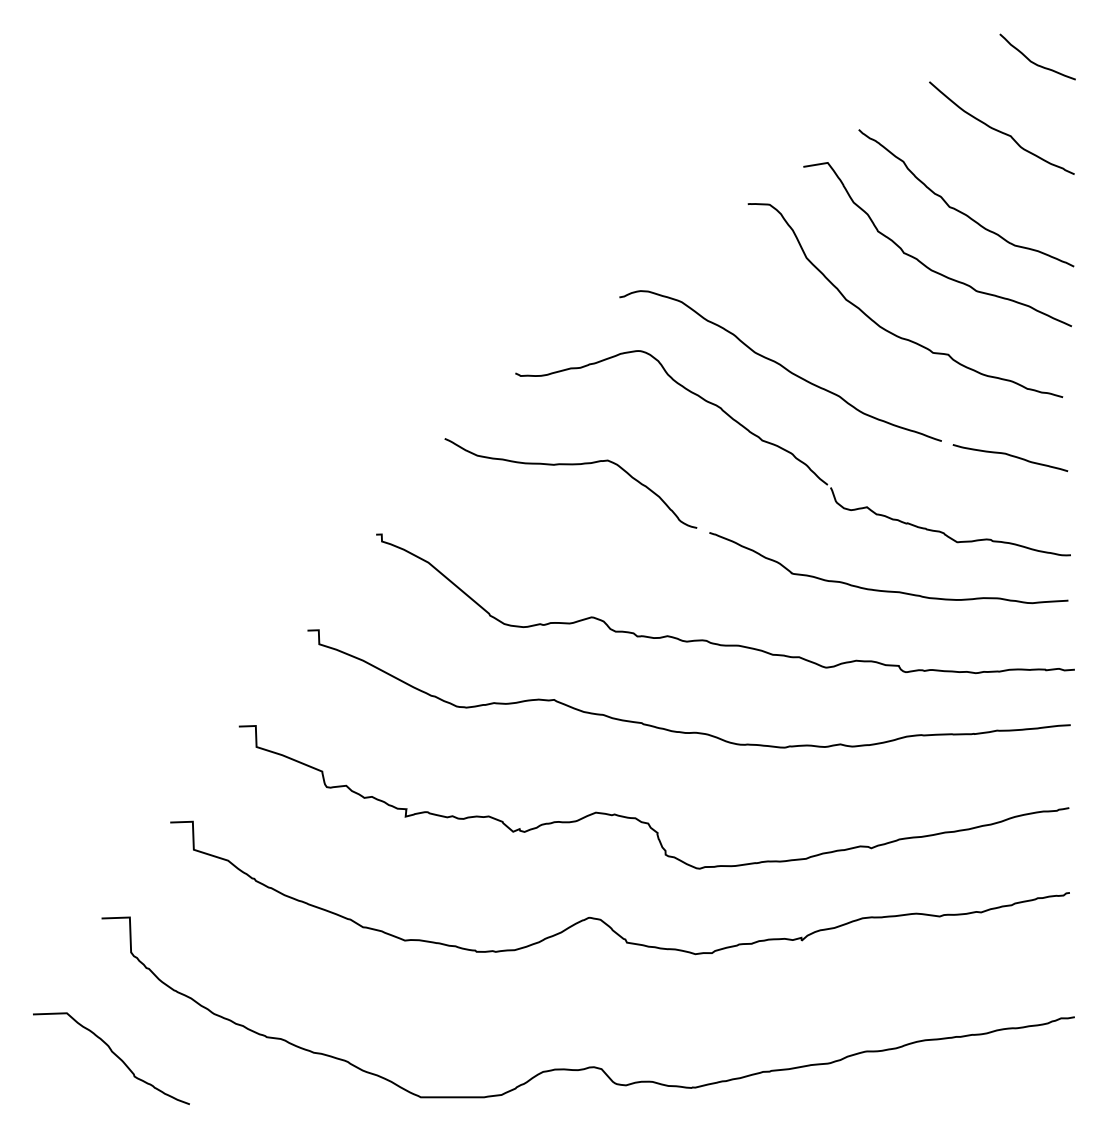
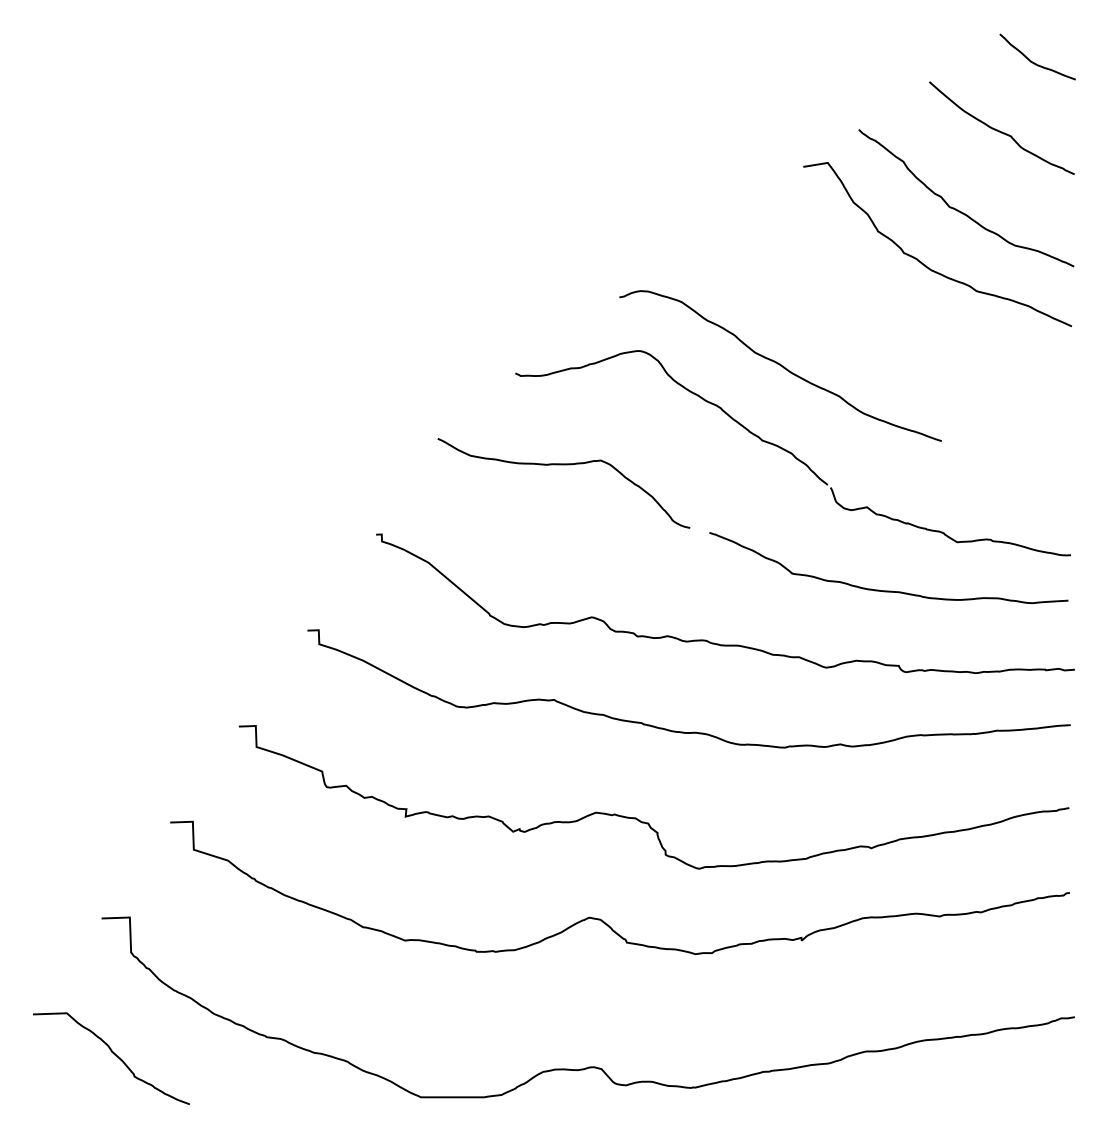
curve at (885, 328): present -> none
curve at (1010, 456): present -> none
curve at (570, 465) position: (570, 465) -> (563, 465)
